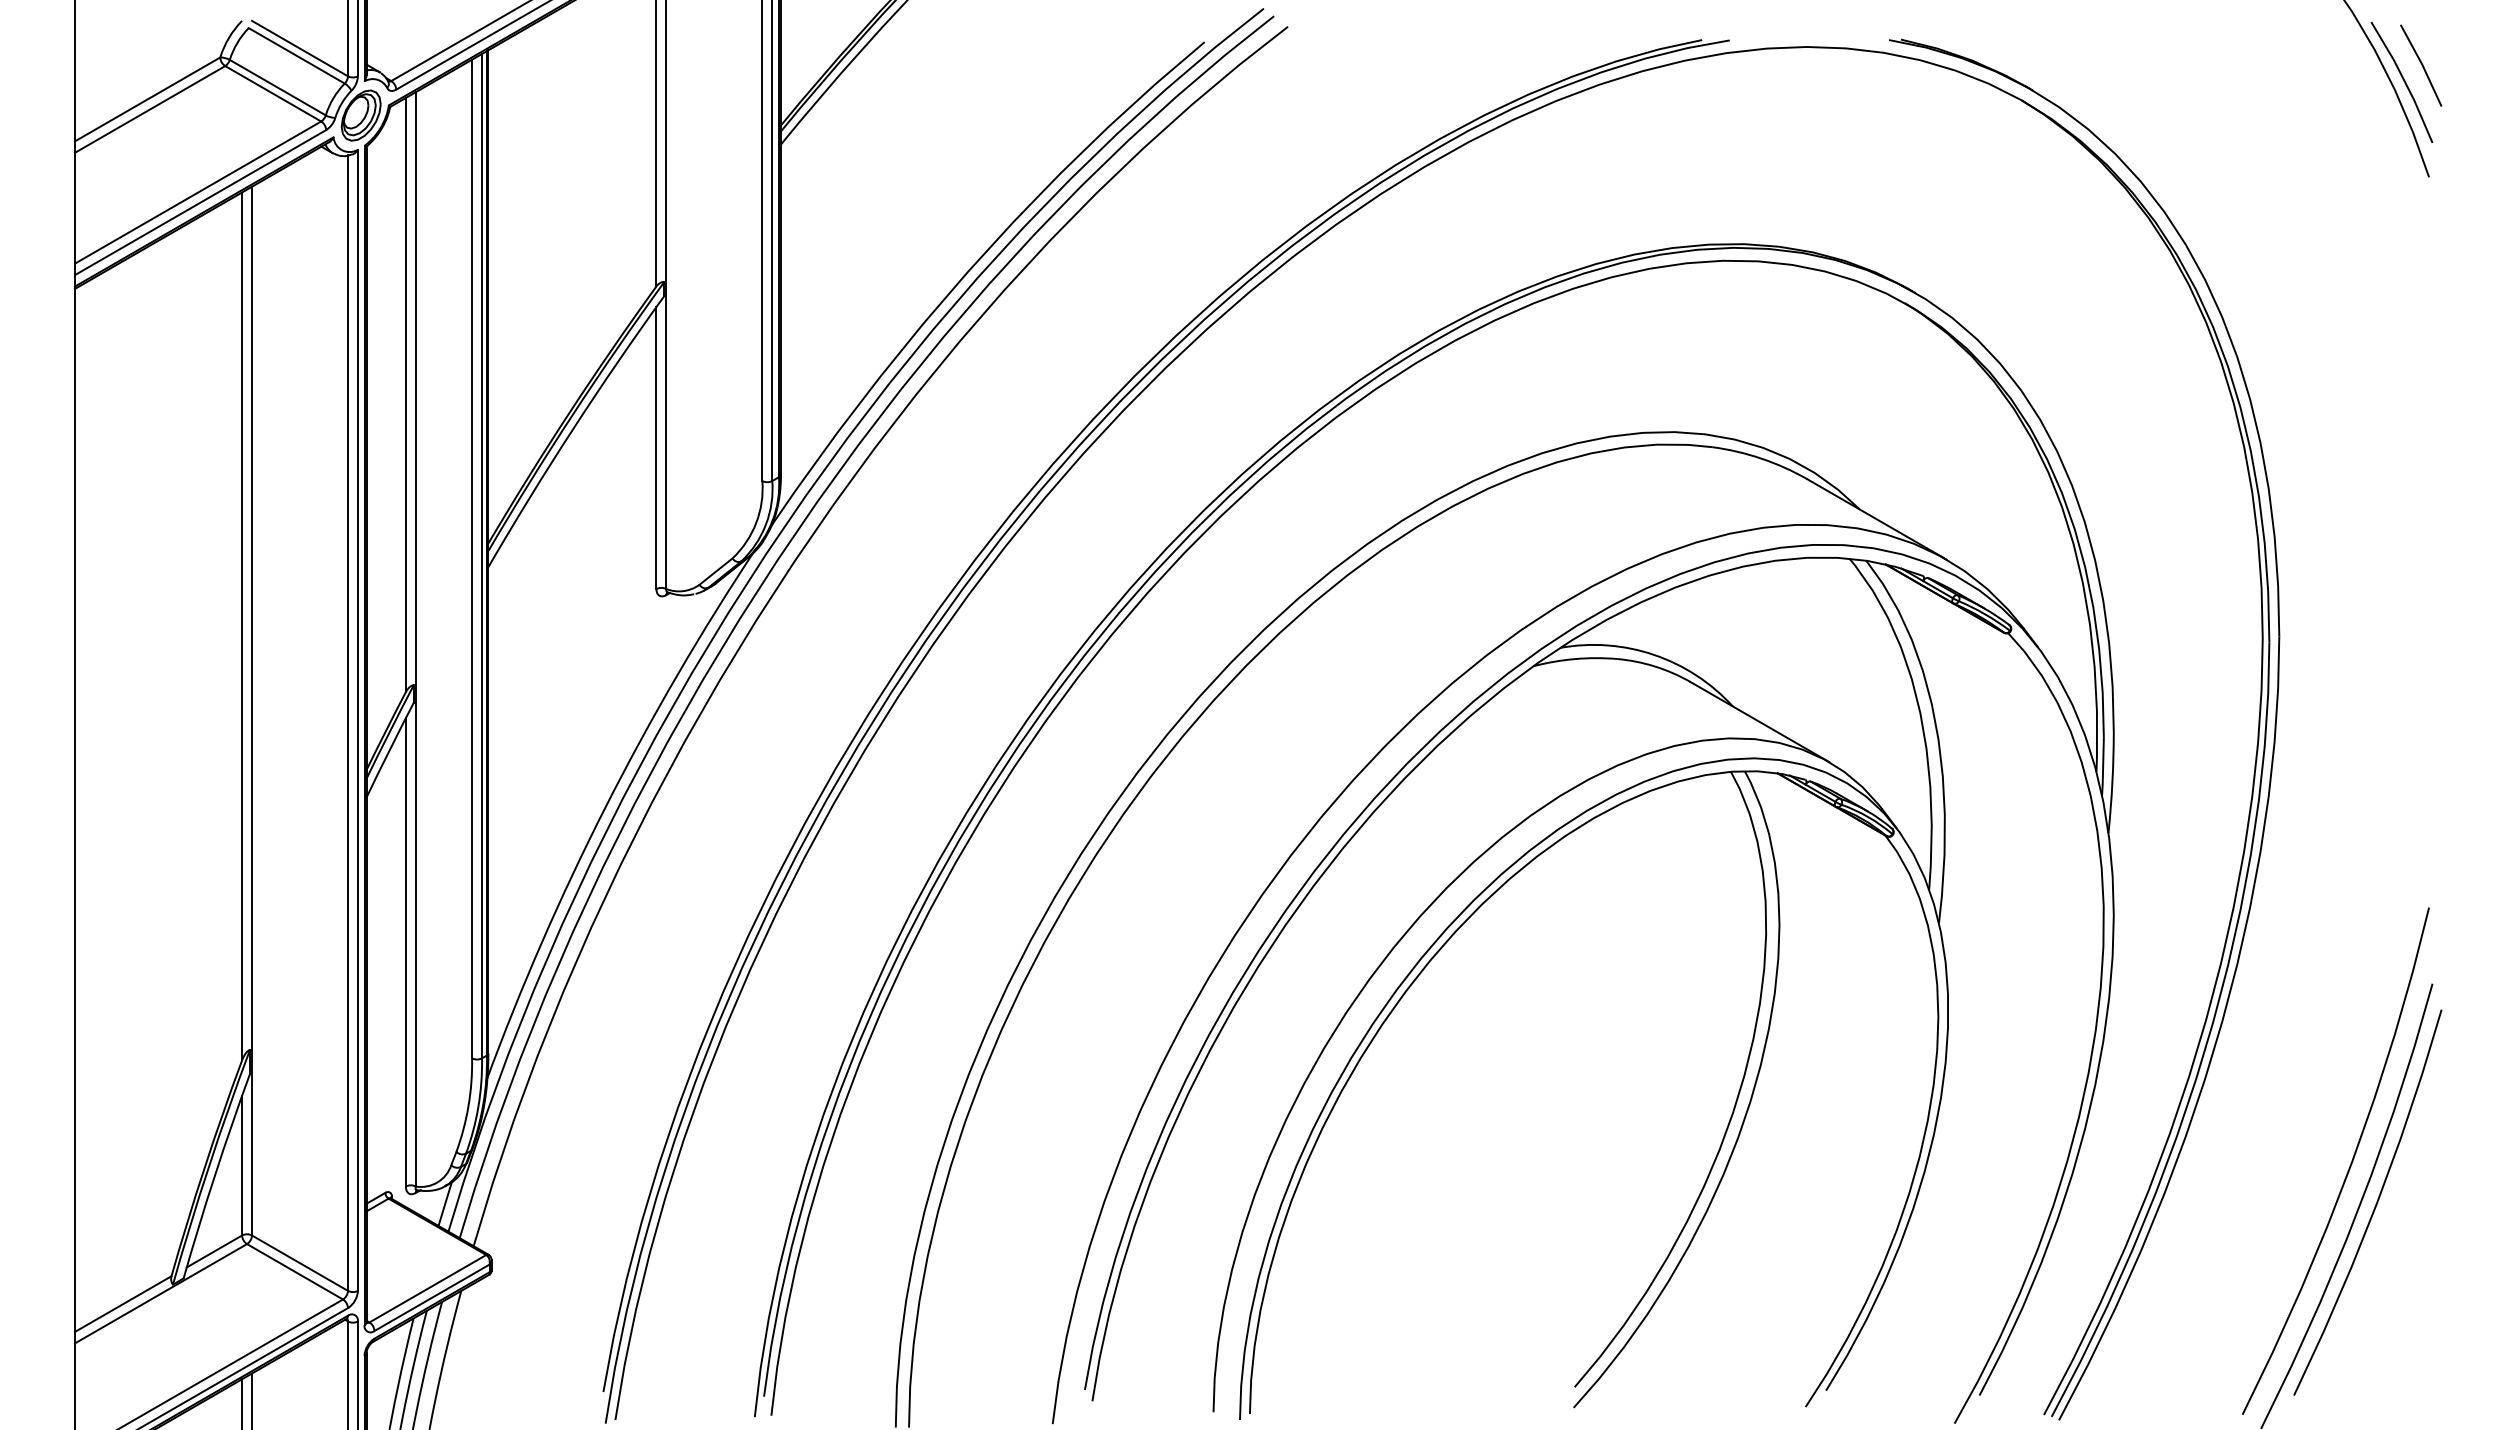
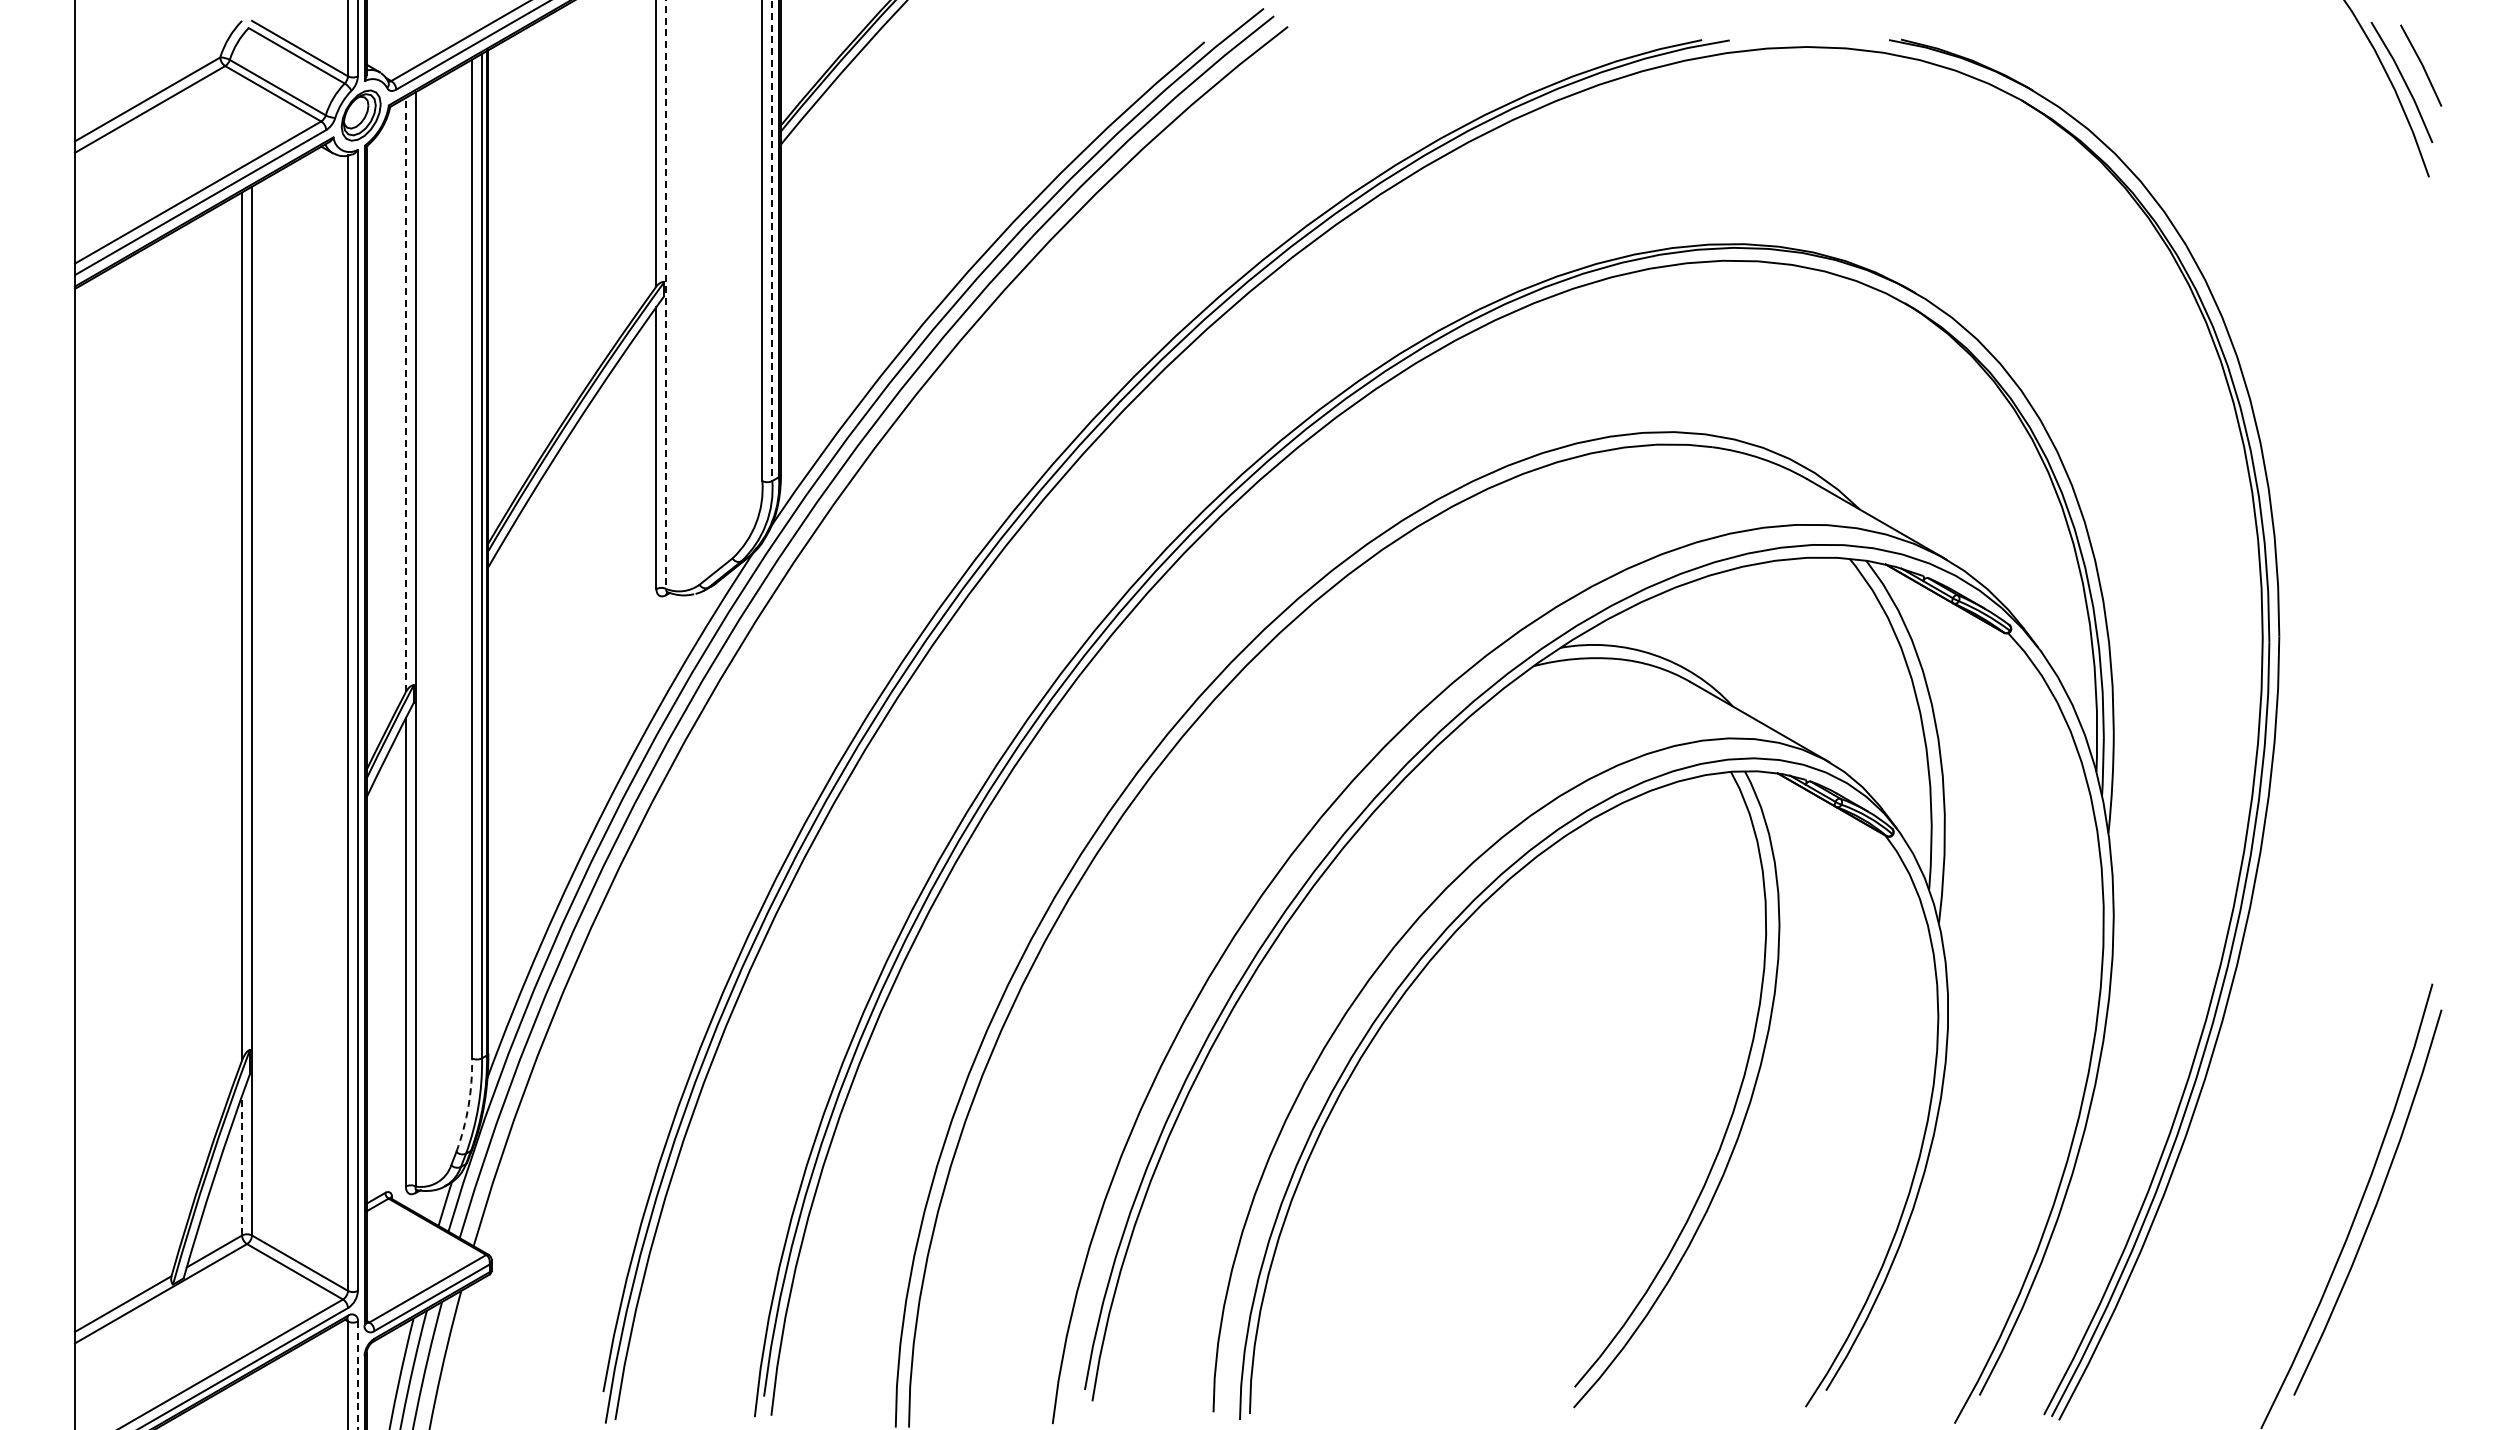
line at (772, 241): solid -> dashed
line at (666, 295): solid -> dashed
line at (405, 394): solid -> dashed
arc at (468, 1105): solid -> dashed
line at (242, 1165): solid -> dashed
curve at (2349, 1165): present -> none
line at (357, 1375): solid -> dashed
line at (252, 1399): present -> none
line at (242, 1402): present -> none
